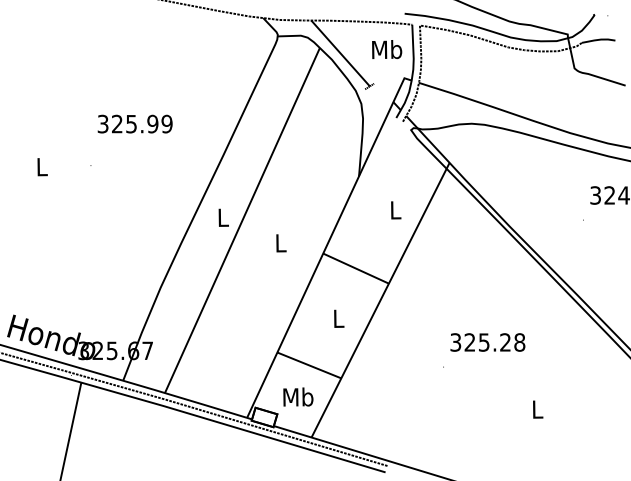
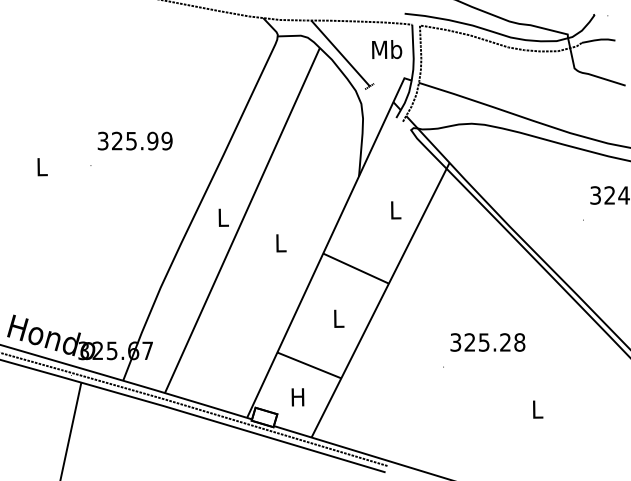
text at (134, 123) position: (134, 123) -> (134, 140)
text at (298, 396): Mb -> H
